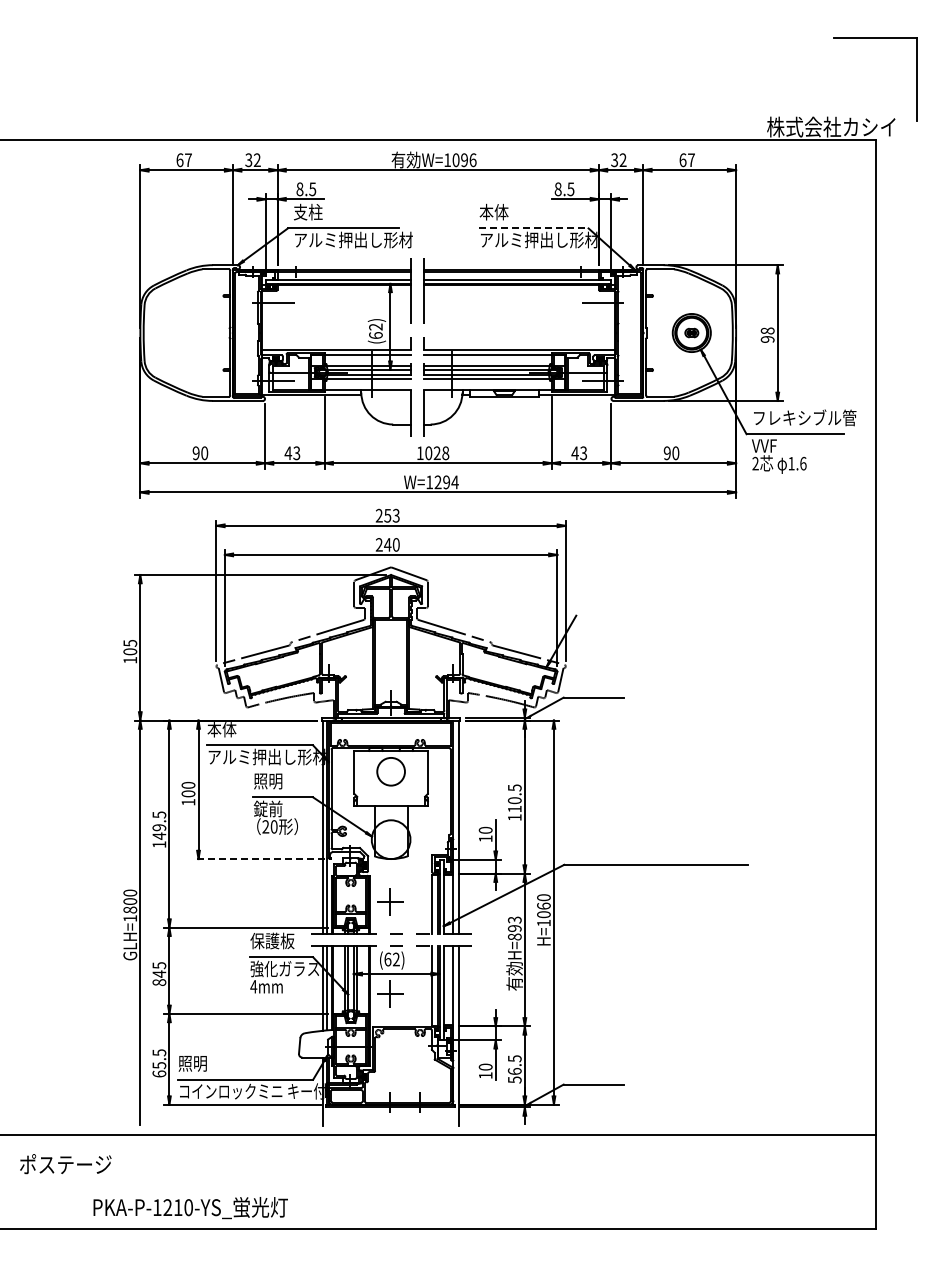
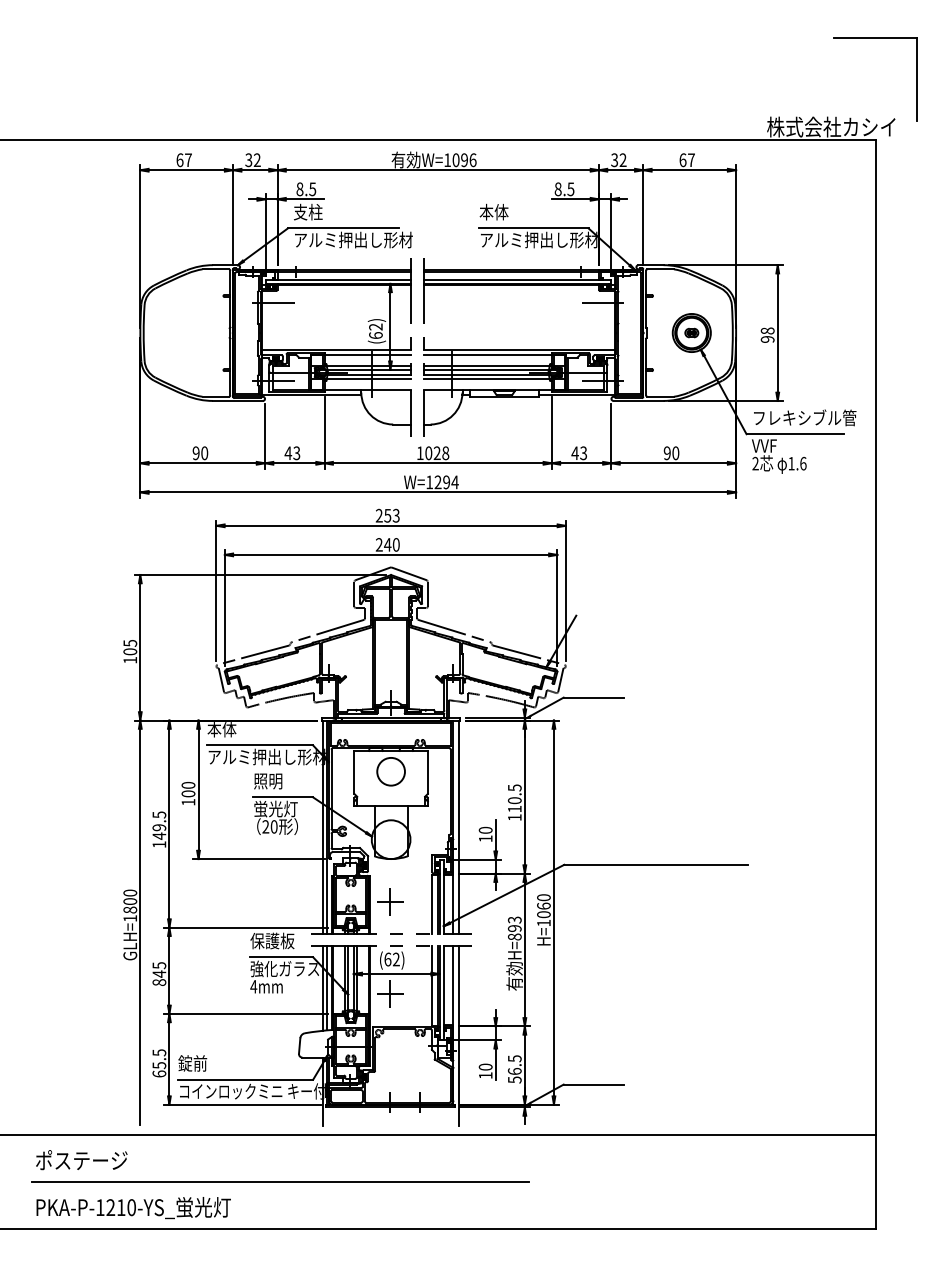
line at (533, 228): dashed -> solid
text at (275, 808): 錠前 -> 蛍光灯
line at (259, 859): dashed -> solid
text at (192, 1063): 照明 -> 錠前
text at (65, 1164) position: (65, 1164) -> (81, 1160)
line at (280, 1182): none -> present
text at (190, 1208) position: (190, 1208) -> (133, 1208)
